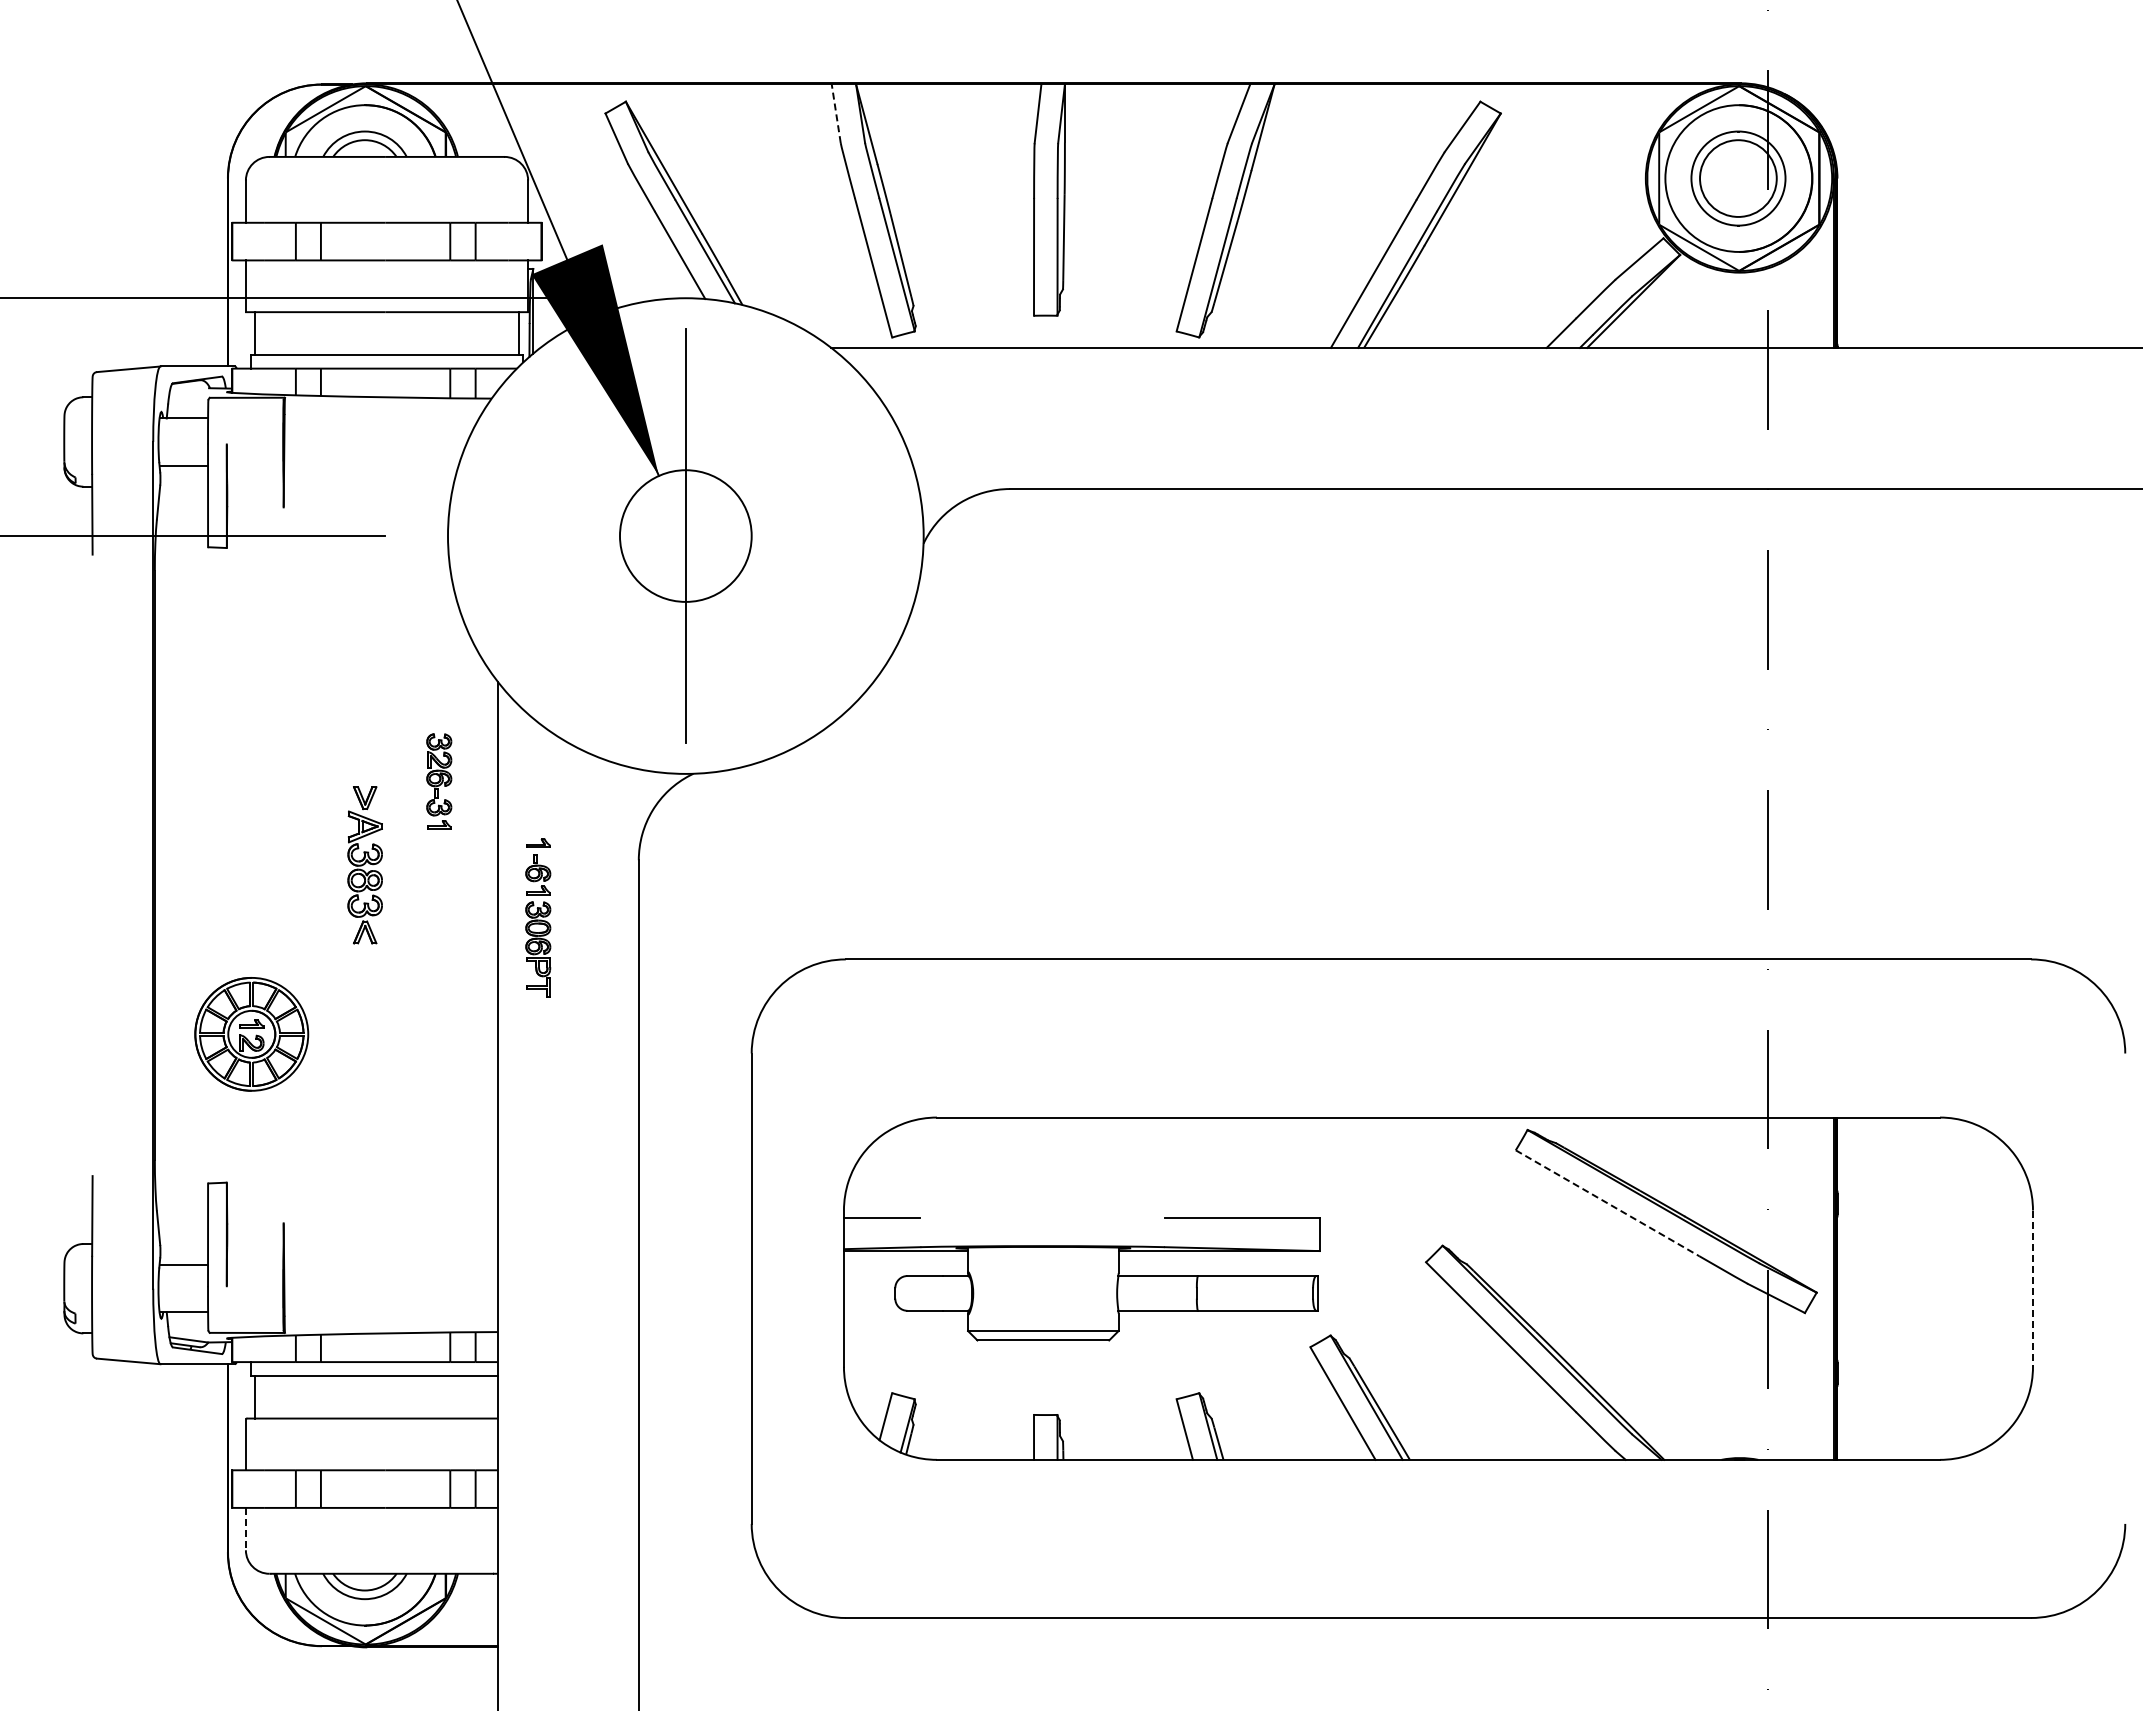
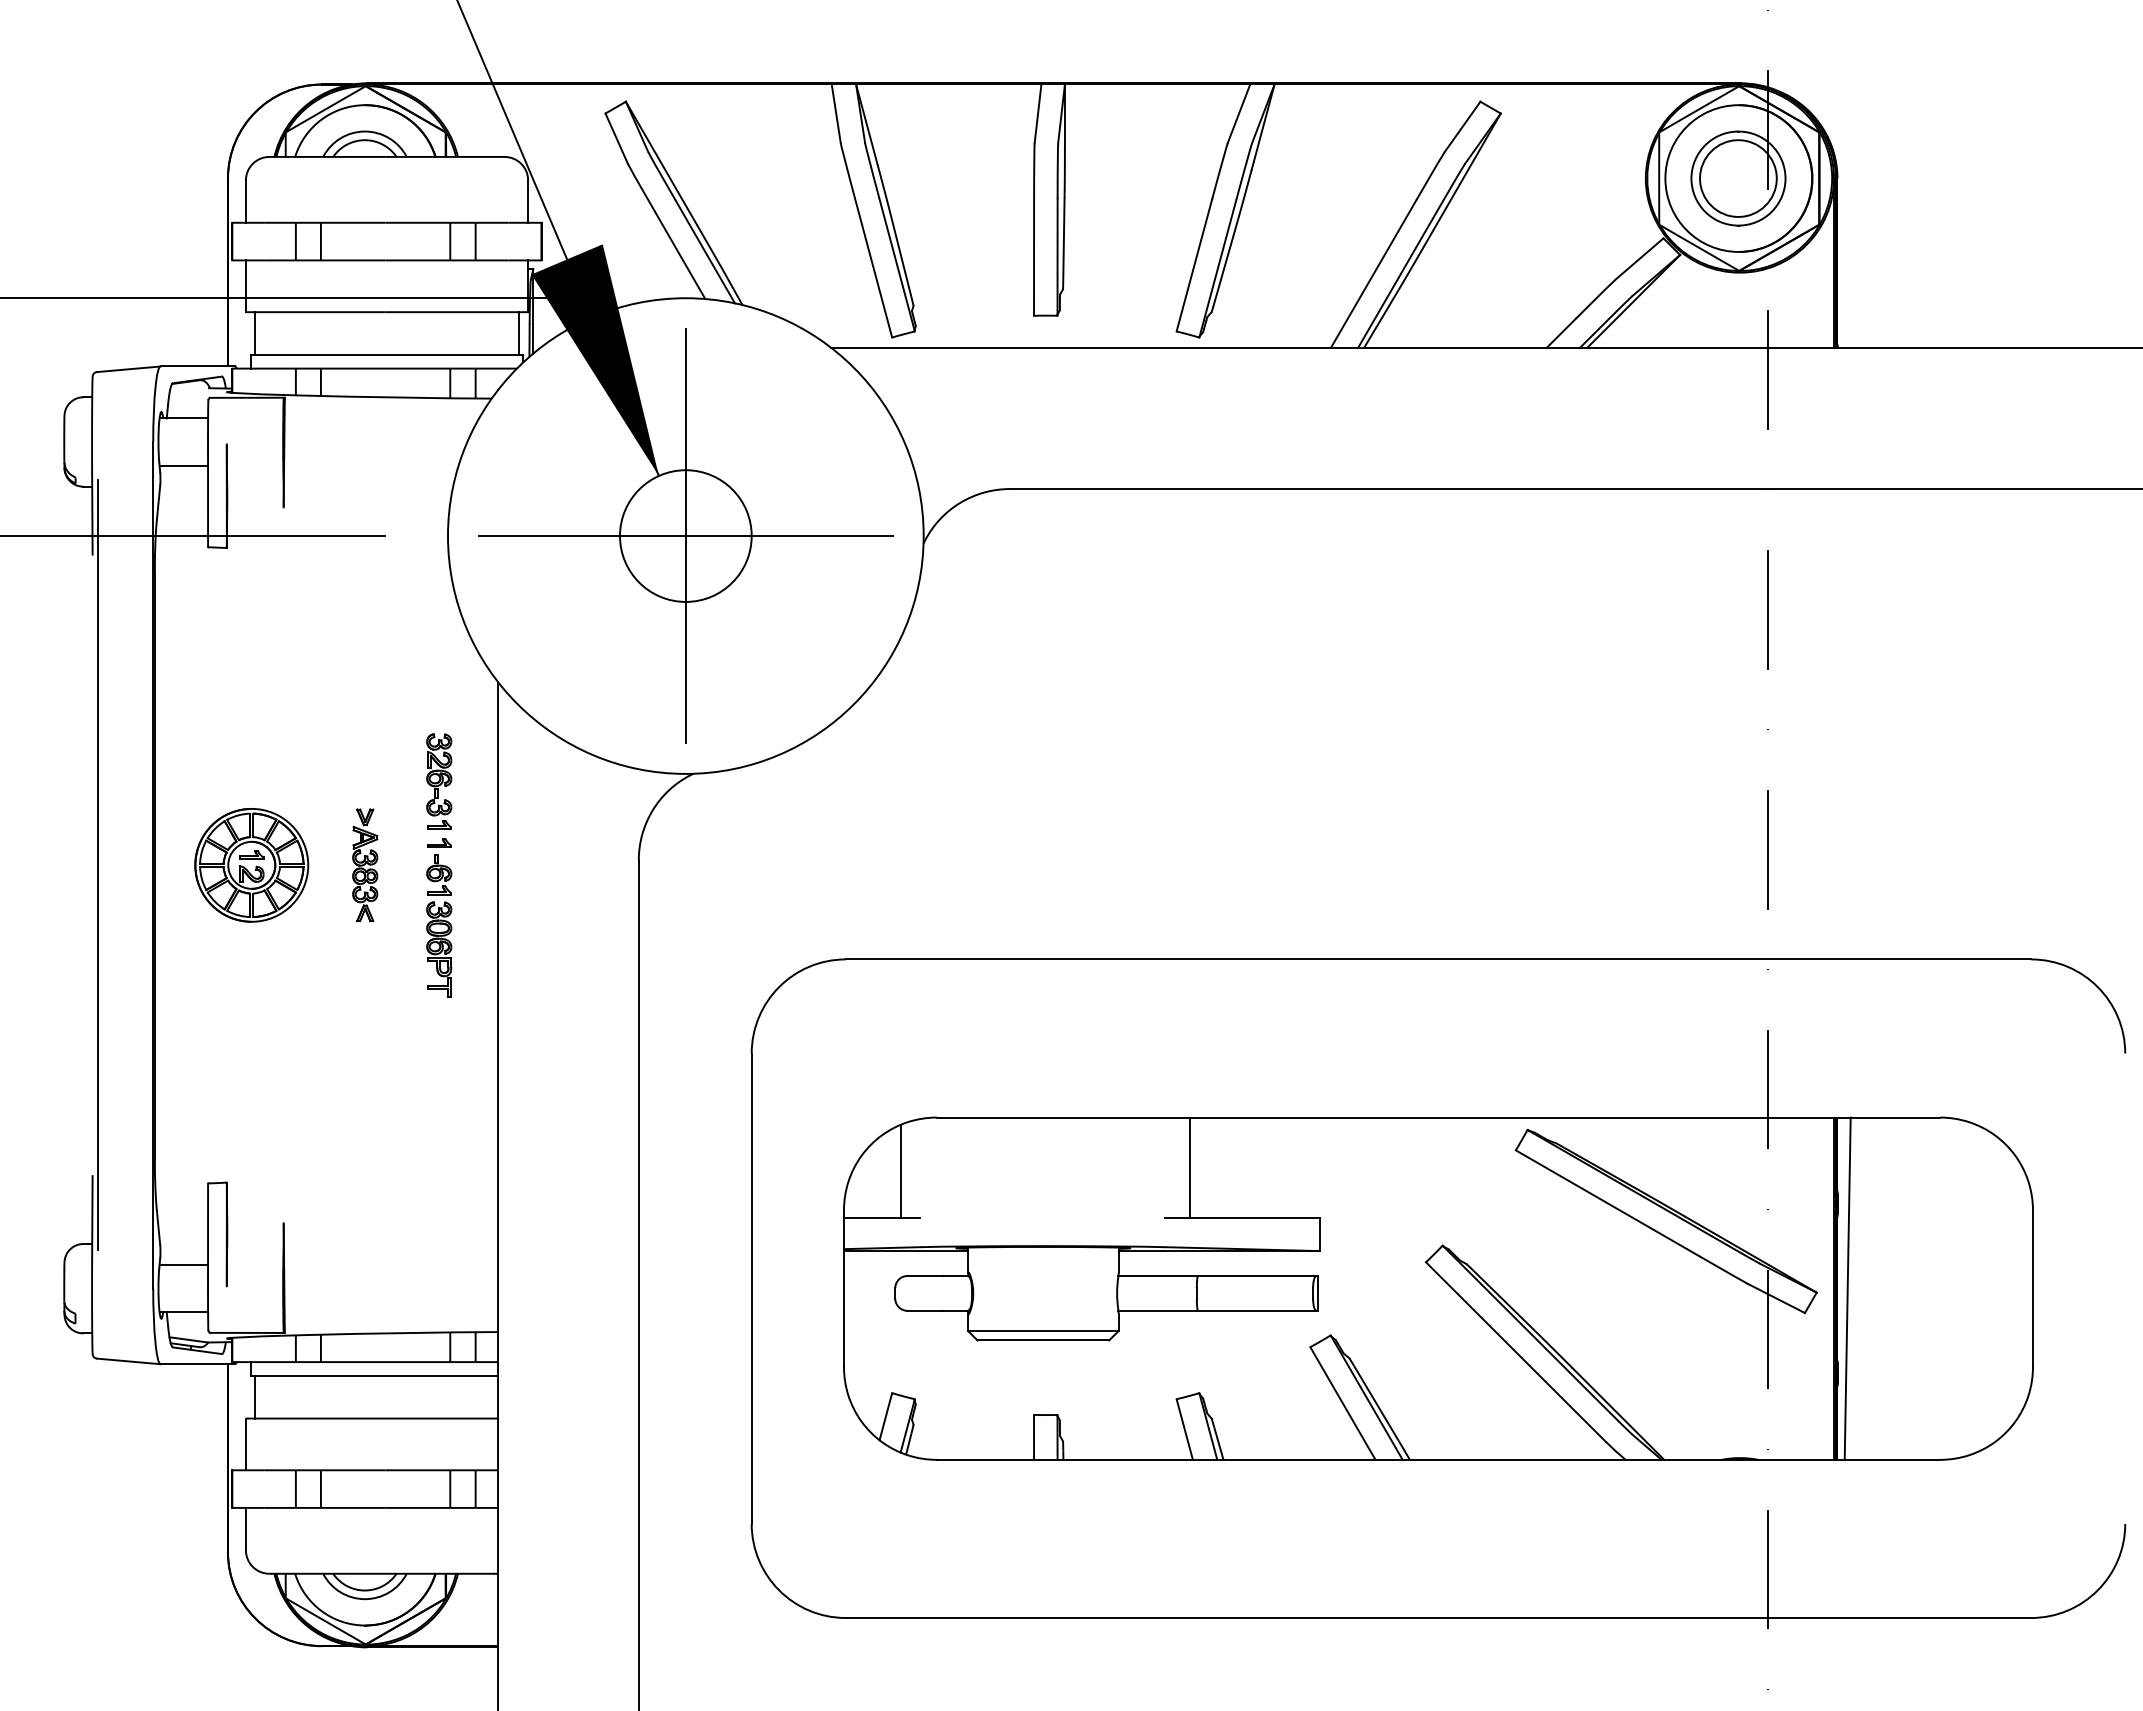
line at (836, 113): dashed -> solid
line at (685, 536): none -> present
line at (97, 865): none -> present
part at (364, 865) size: 36x159 px -> 27x115 px
part at (538, 917) position: (538, 917) -> (439, 917)
part at (251, 1034) position: (251, 1034) -> (251, 865)
line at (1189, 1167): none -> present
line at (900, 1171): none -> present
line at (1607, 1203): dashed -> solid
line at (1847, 1288): none -> present
line at (2032, 1289): dashed -> solid
line at (245, 1529): dashed -> solid
